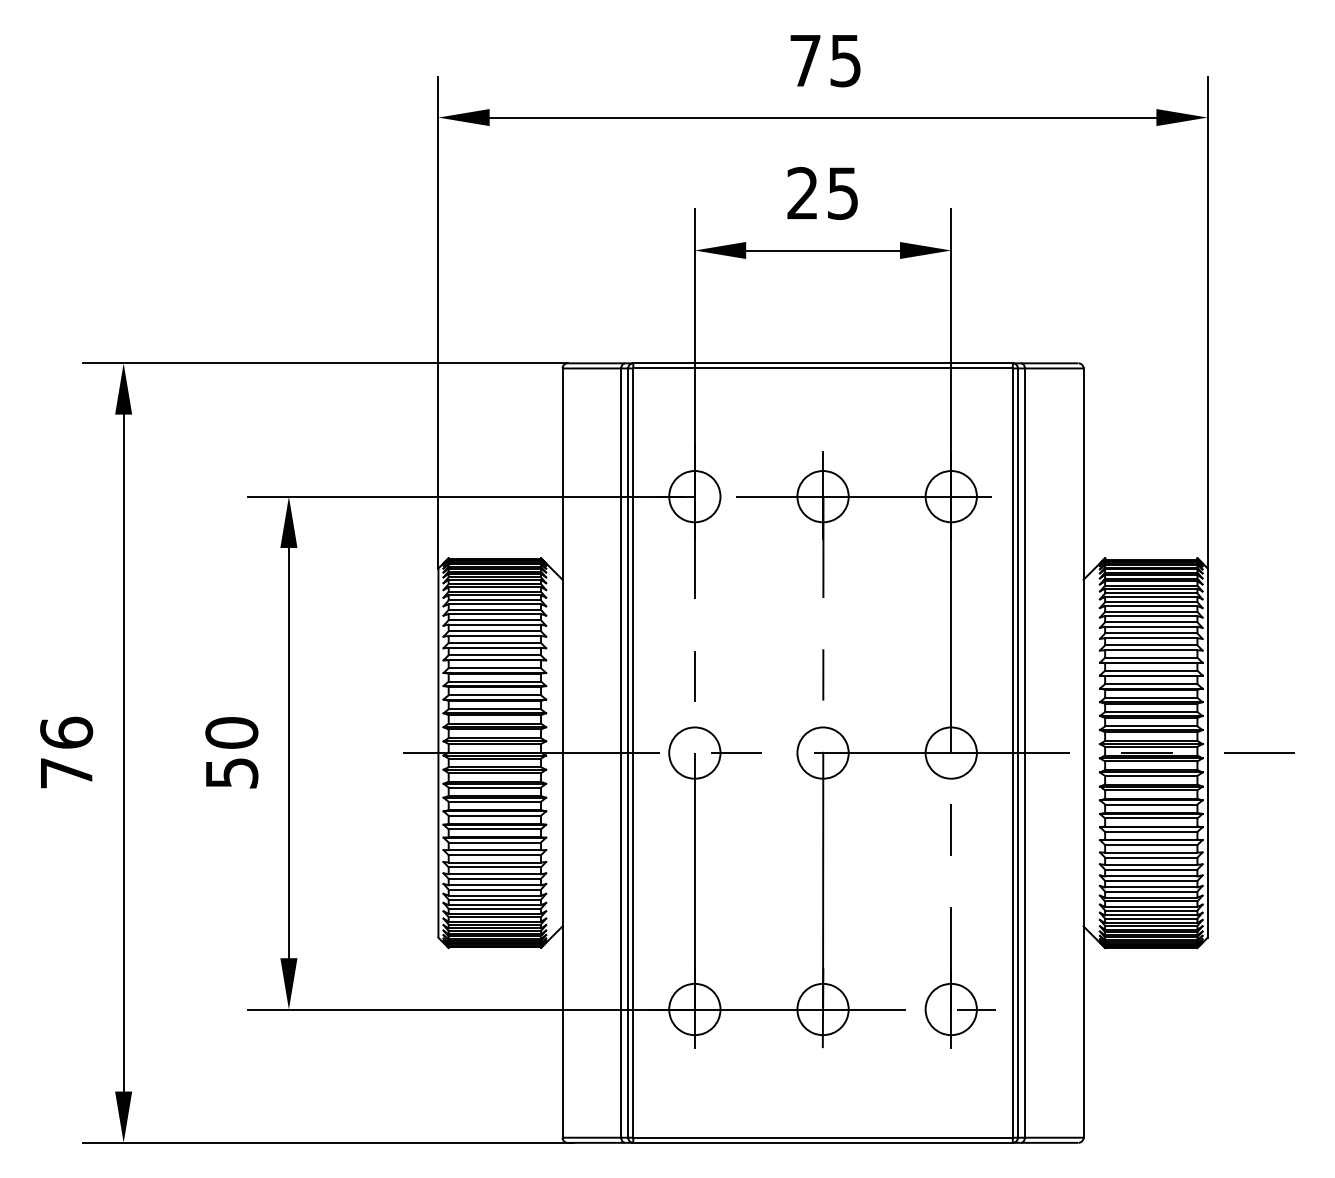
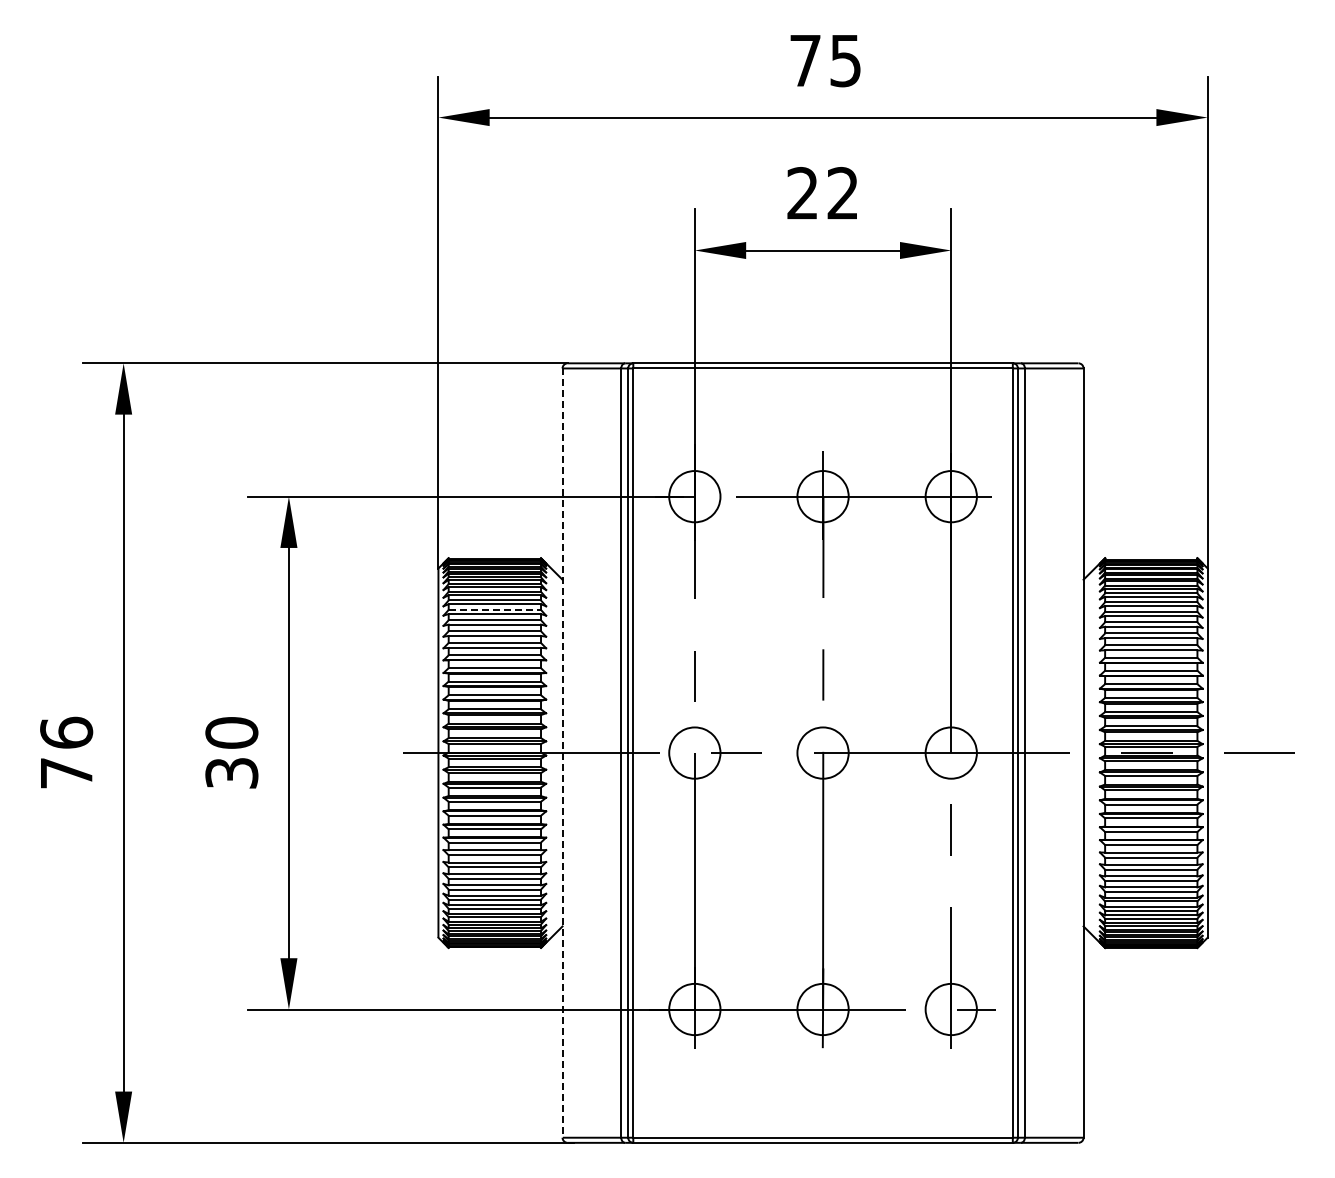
text at (842, 193): 25 -> 22
line at (495, 609): solid -> dashed
line at (562, 753): solid -> dashed
text at (231, 773): 50 -> 30
